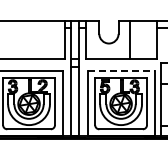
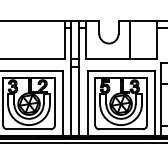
line at (121, 70): dashed -> solid
line at (83, 142): none -> present
